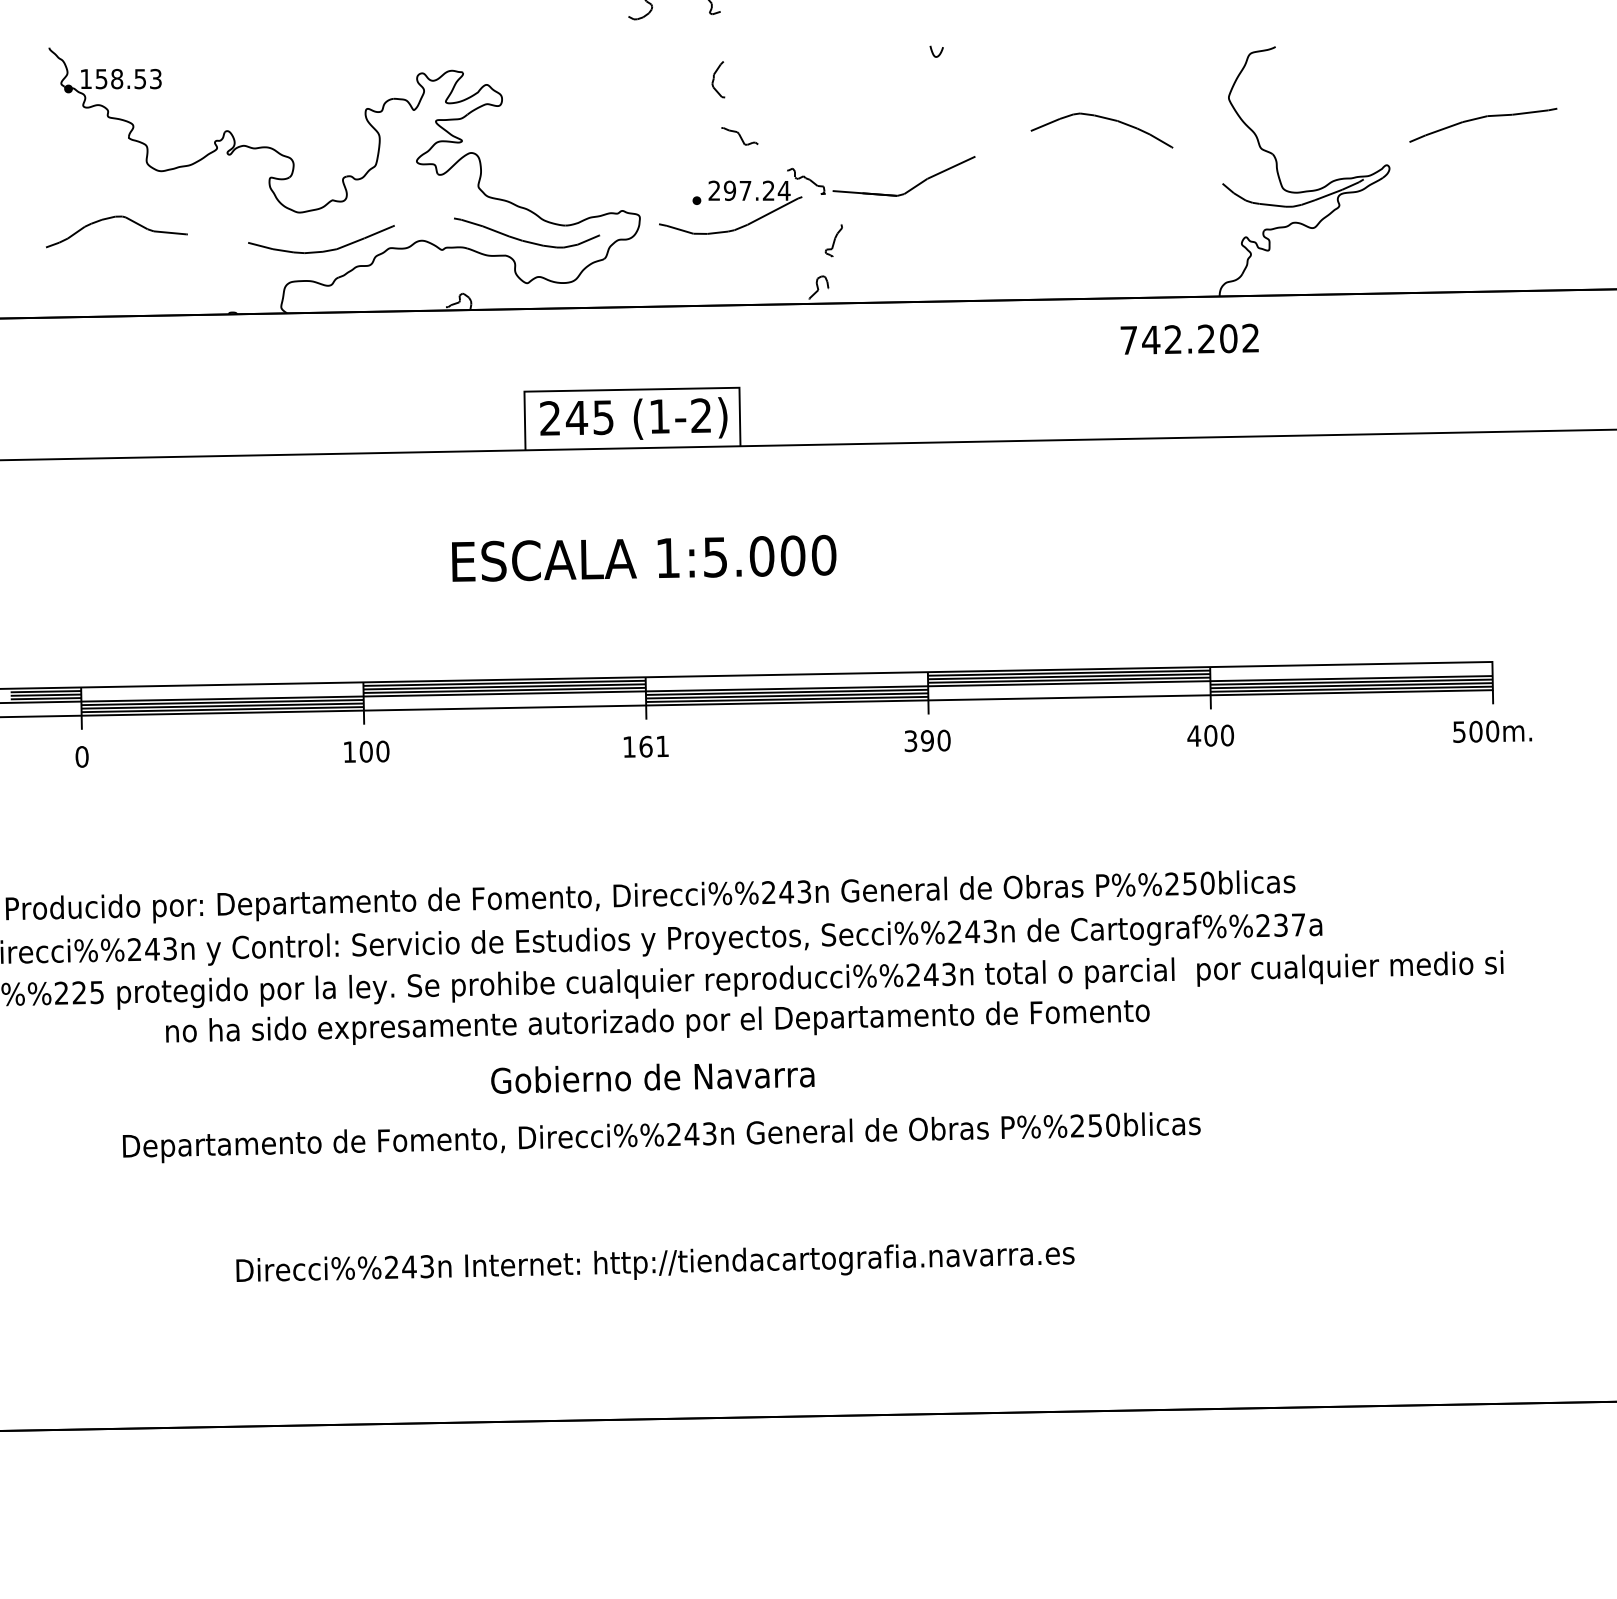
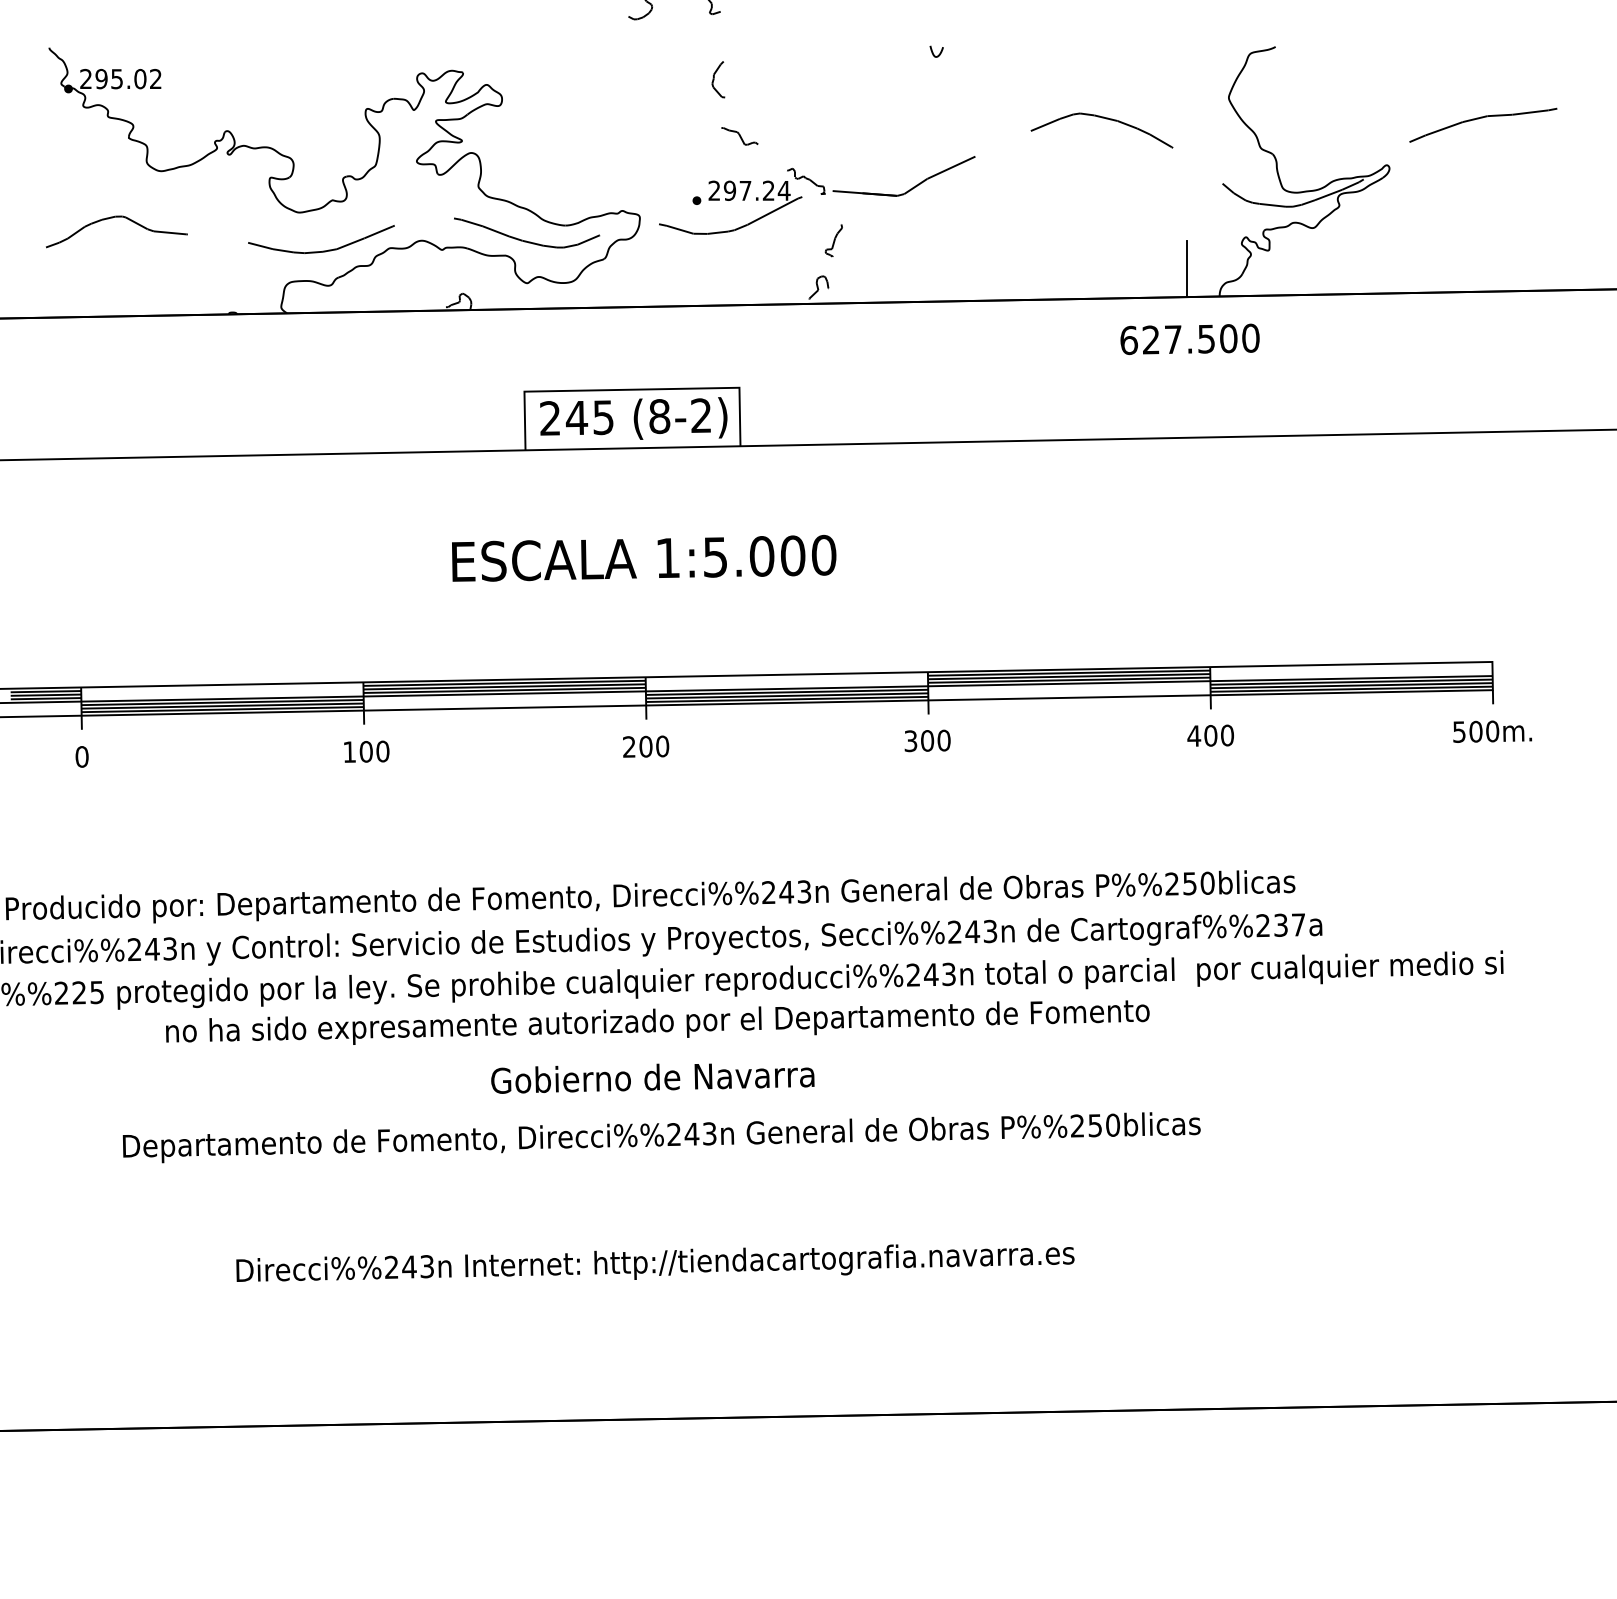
text at (120, 78): 158.53 -> 295.02
line at (1186, 268): none -> present
text at (1189, 339): 742.202 -> 627.500
text at (659, 416): (1-2) -> (8-2)
text at (927, 740): 390 -> 300
text at (646, 746): 161 -> 200
